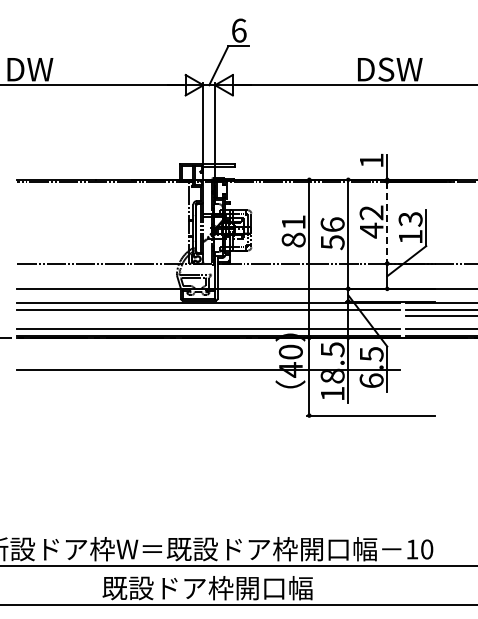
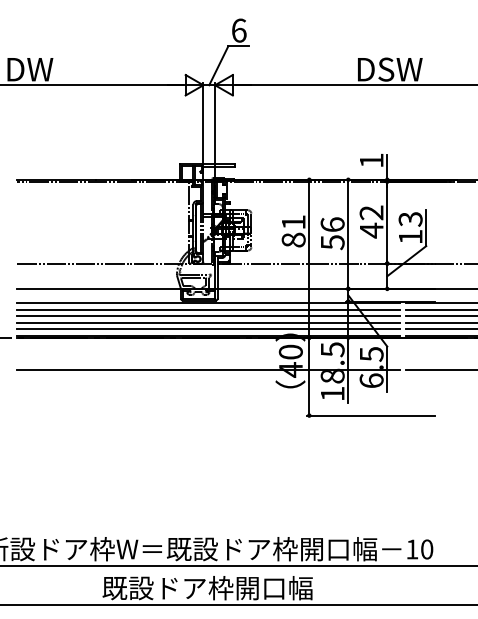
line at (387, 222): dashed -> solid
line at (208, 316): none -> present
line at (208, 322): none -> present
line at (439, 322): none -> present
line at (439, 370): none -> present
